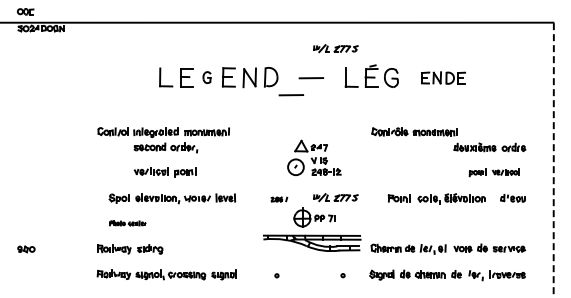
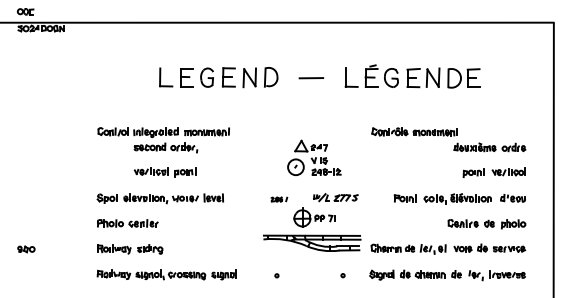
part at (335, 48): present -> none
part at (206, 77) size: 10x14 px -> 14x21 px
part at (443, 77) size: 45x14 px -> 75x22 px
line at (291, 95): present -> none
line at (553, 160): dashed -> solid
part at (493, 172) size: 52x10 px -> 64x11 px
part at (171, 198) position: (171, 198) -> (159, 198)
part at (436, 198) position: (436, 198) -> (442, 198)
part at (127, 223) size: 38x7 px -> 62x9 px
part at (486, 224): none -> present
